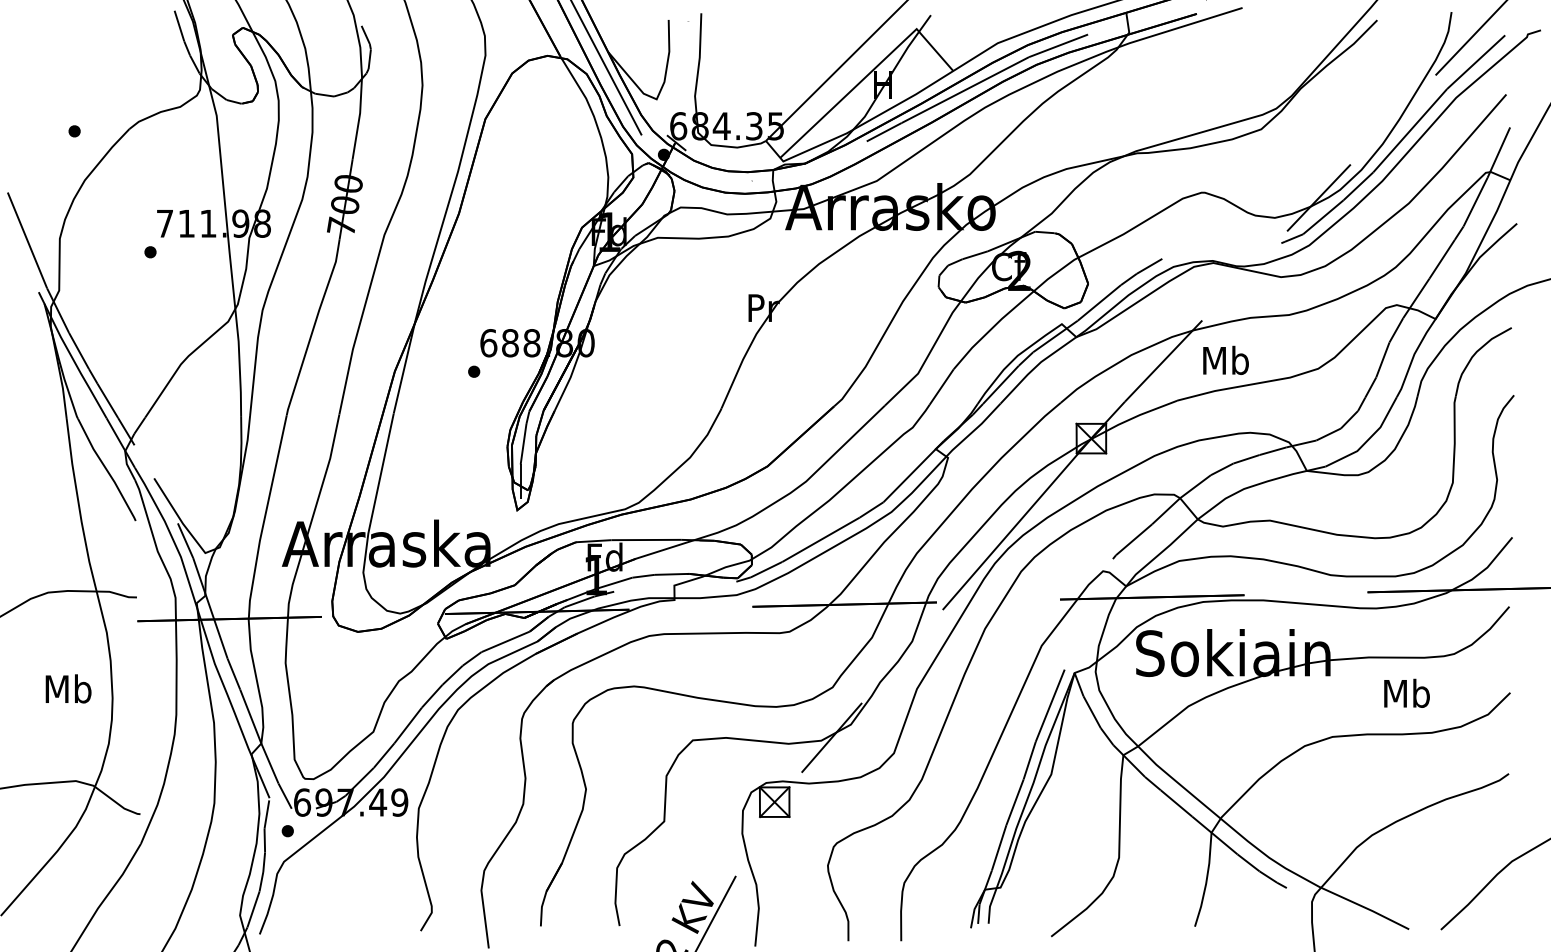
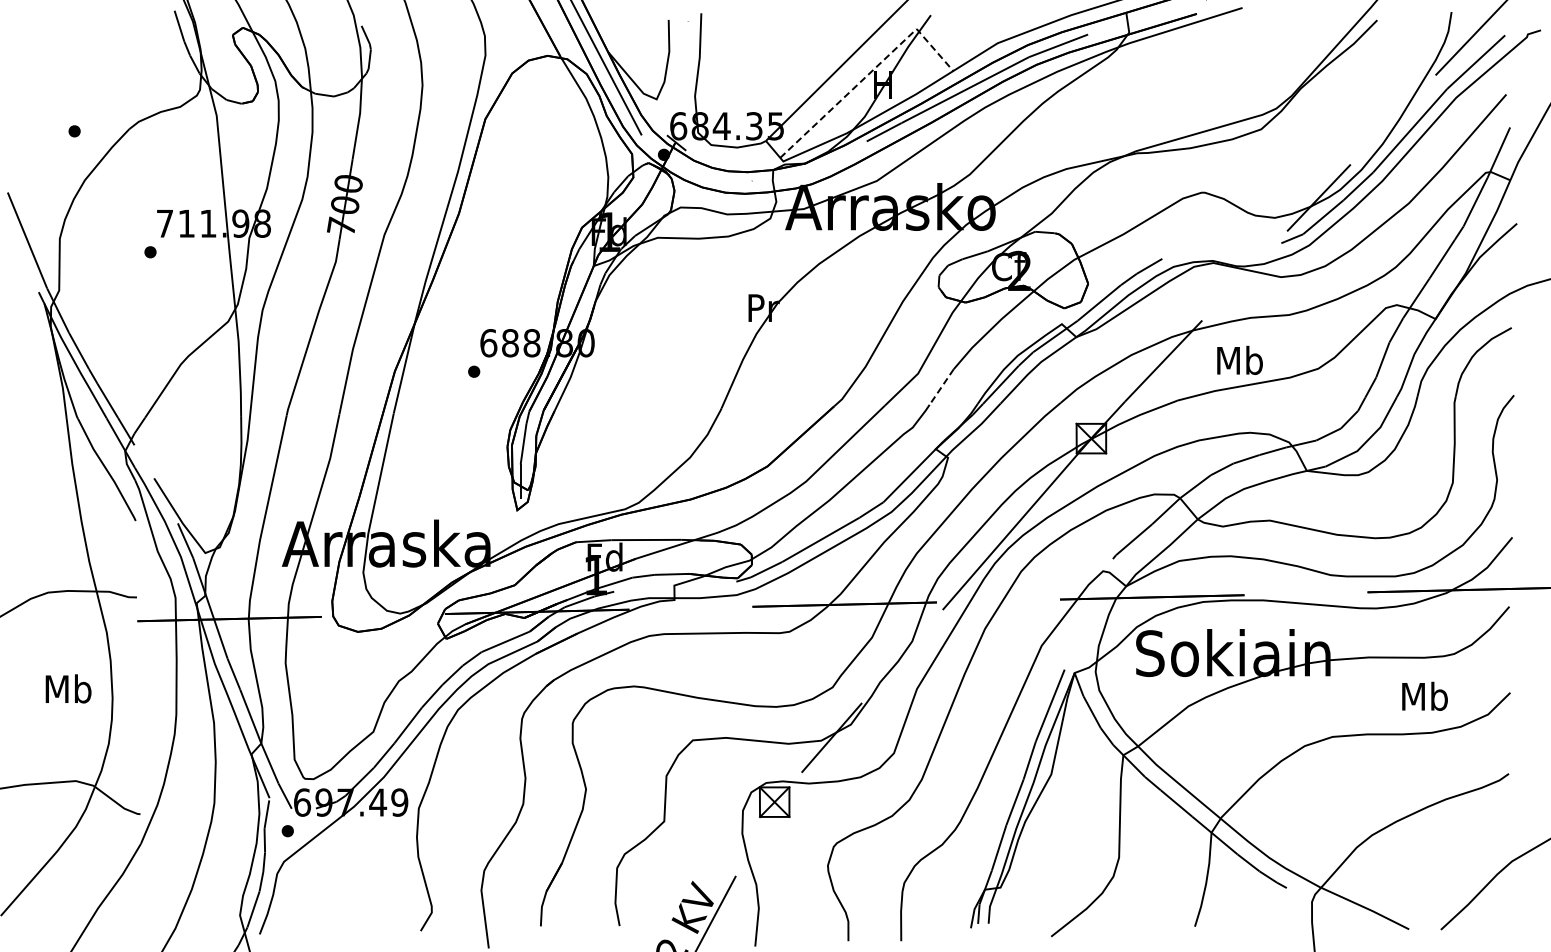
line at (869, 73): solid -> dashed
text at (1225, 359) position: (1225, 359) -> (1239, 359)
line at (941, 387): solid -> dashed
text at (1406, 692) position: (1406, 692) -> (1424, 695)
